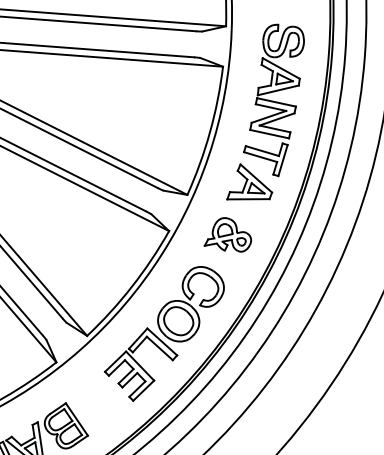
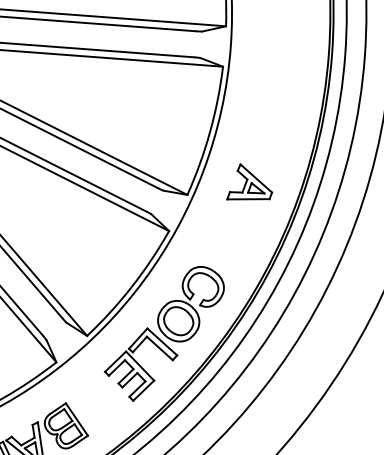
part at (273, 100): present -> none
part at (227, 234): present -> none
